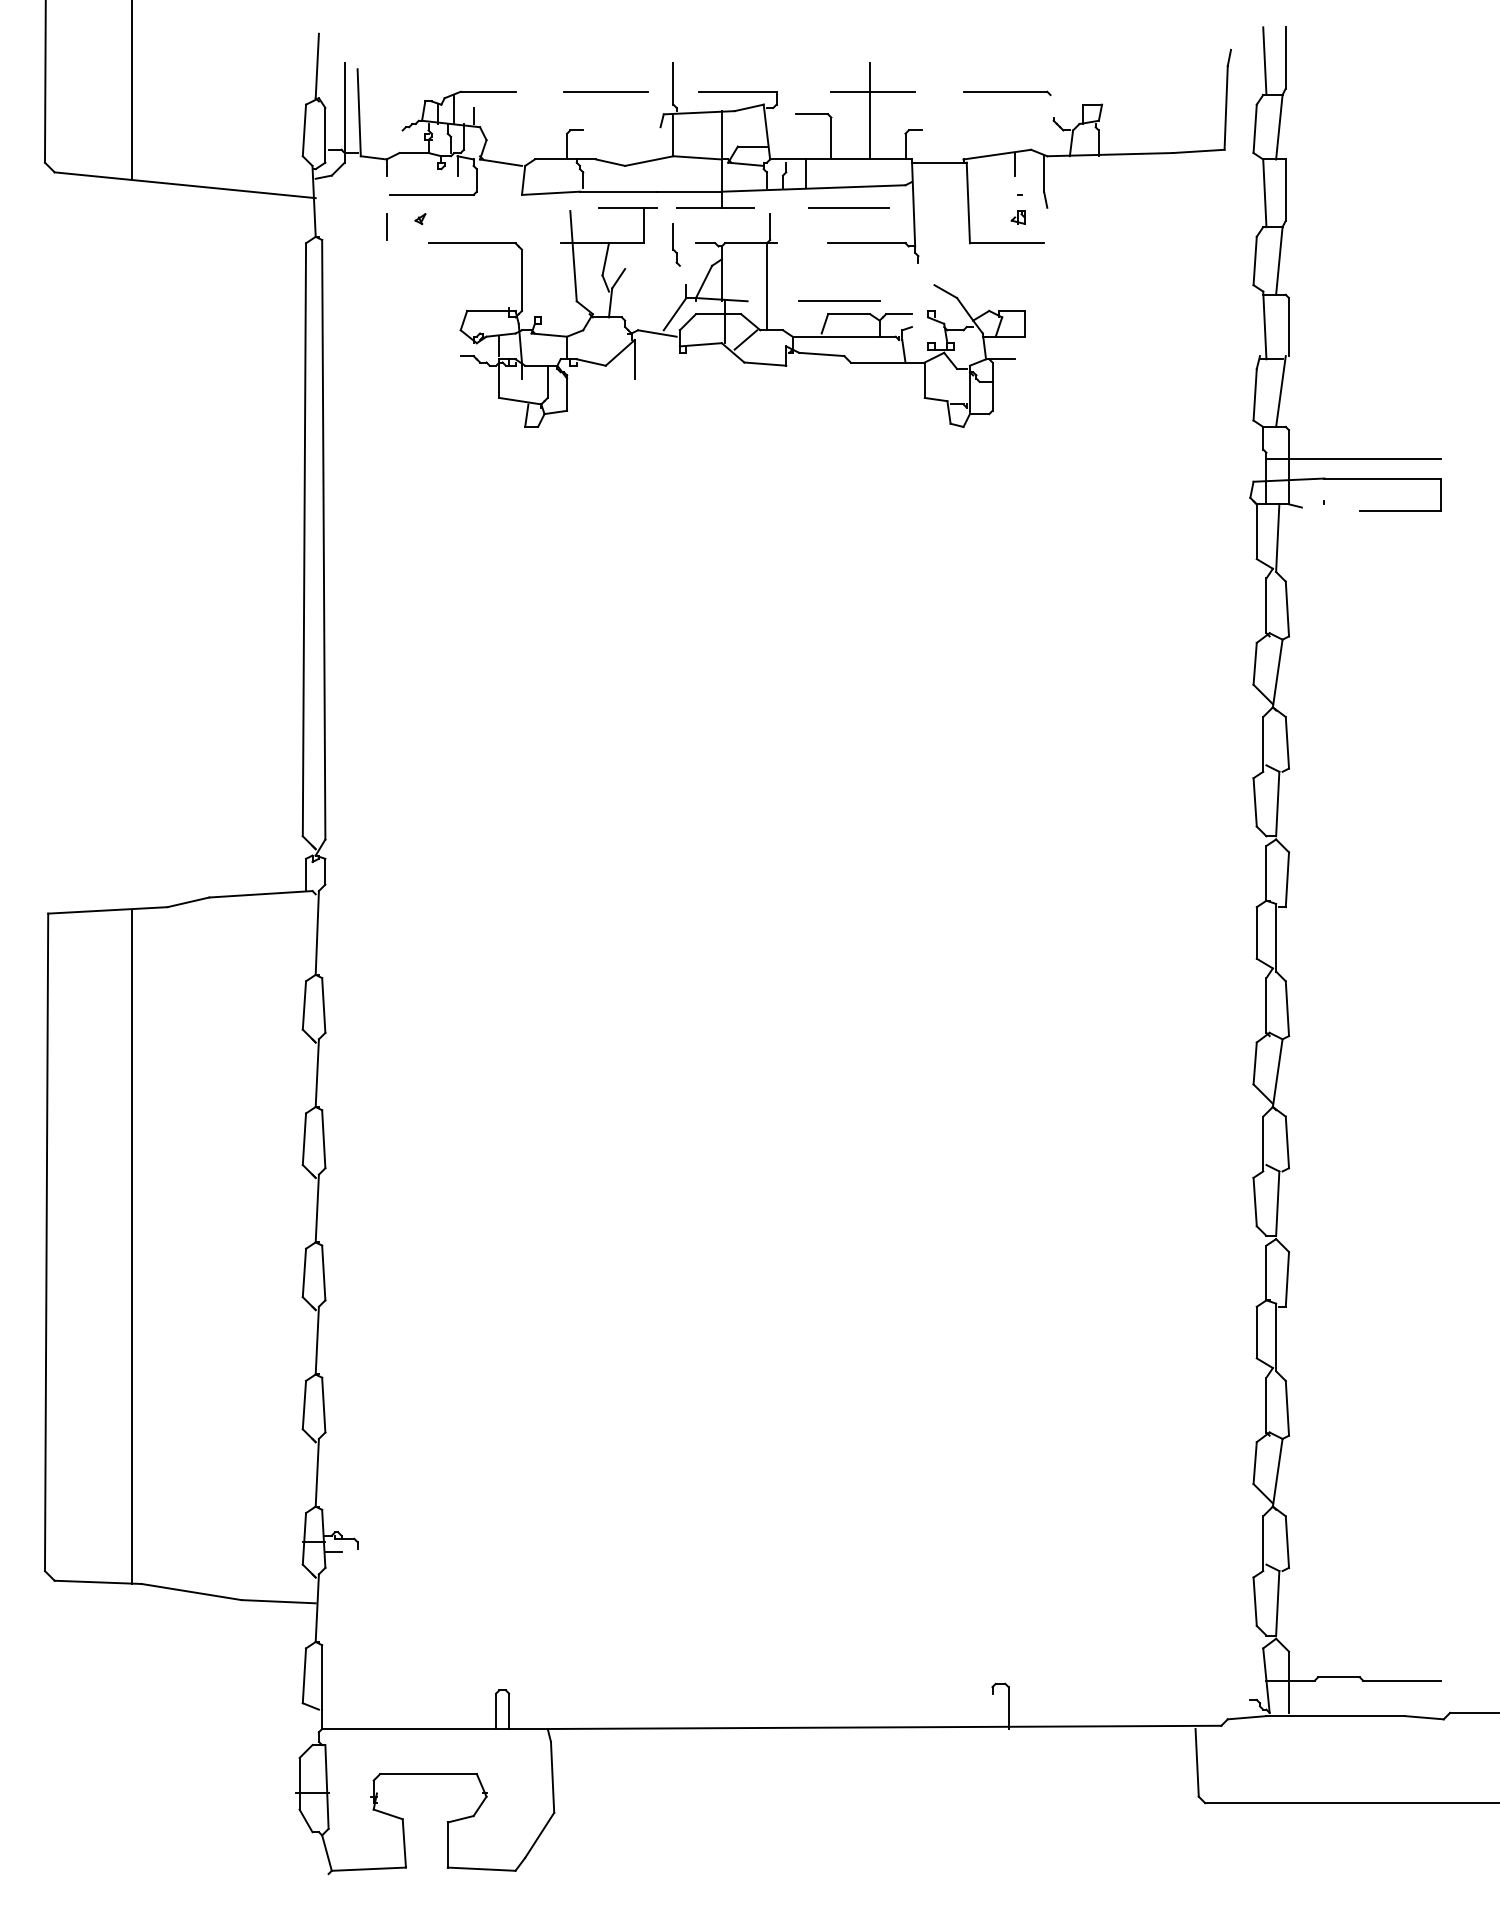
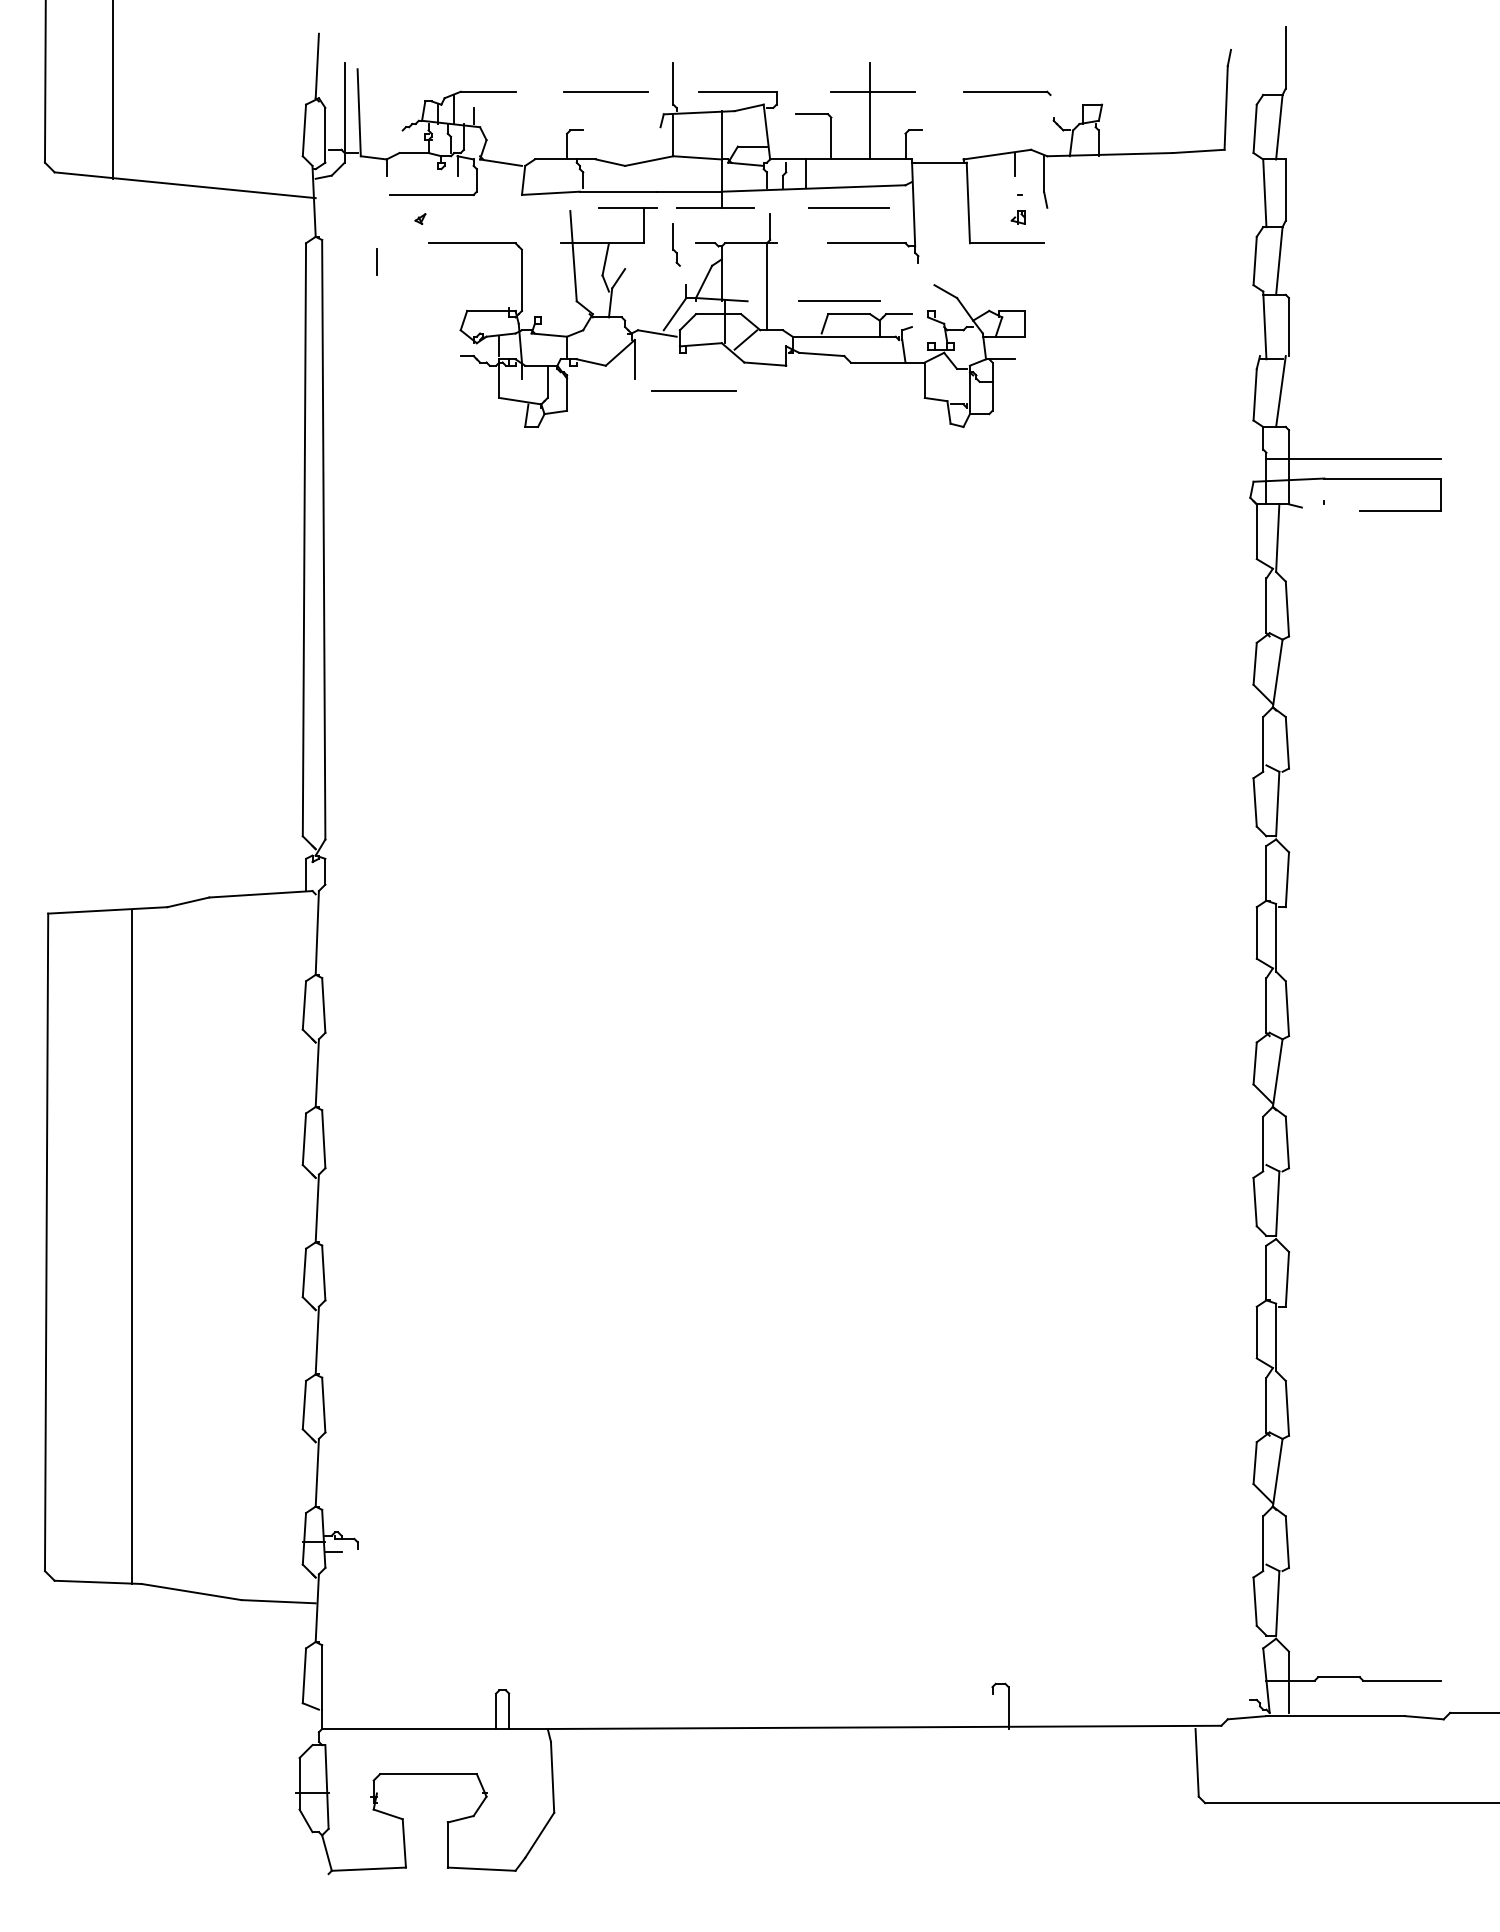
line at (1264, 61): present -> none
line at (132, 90) position: (132, 90) -> (113, 90)
line at (386, 226) position: (386, 226) -> (376, 261)
line at (693, 390): none -> present
